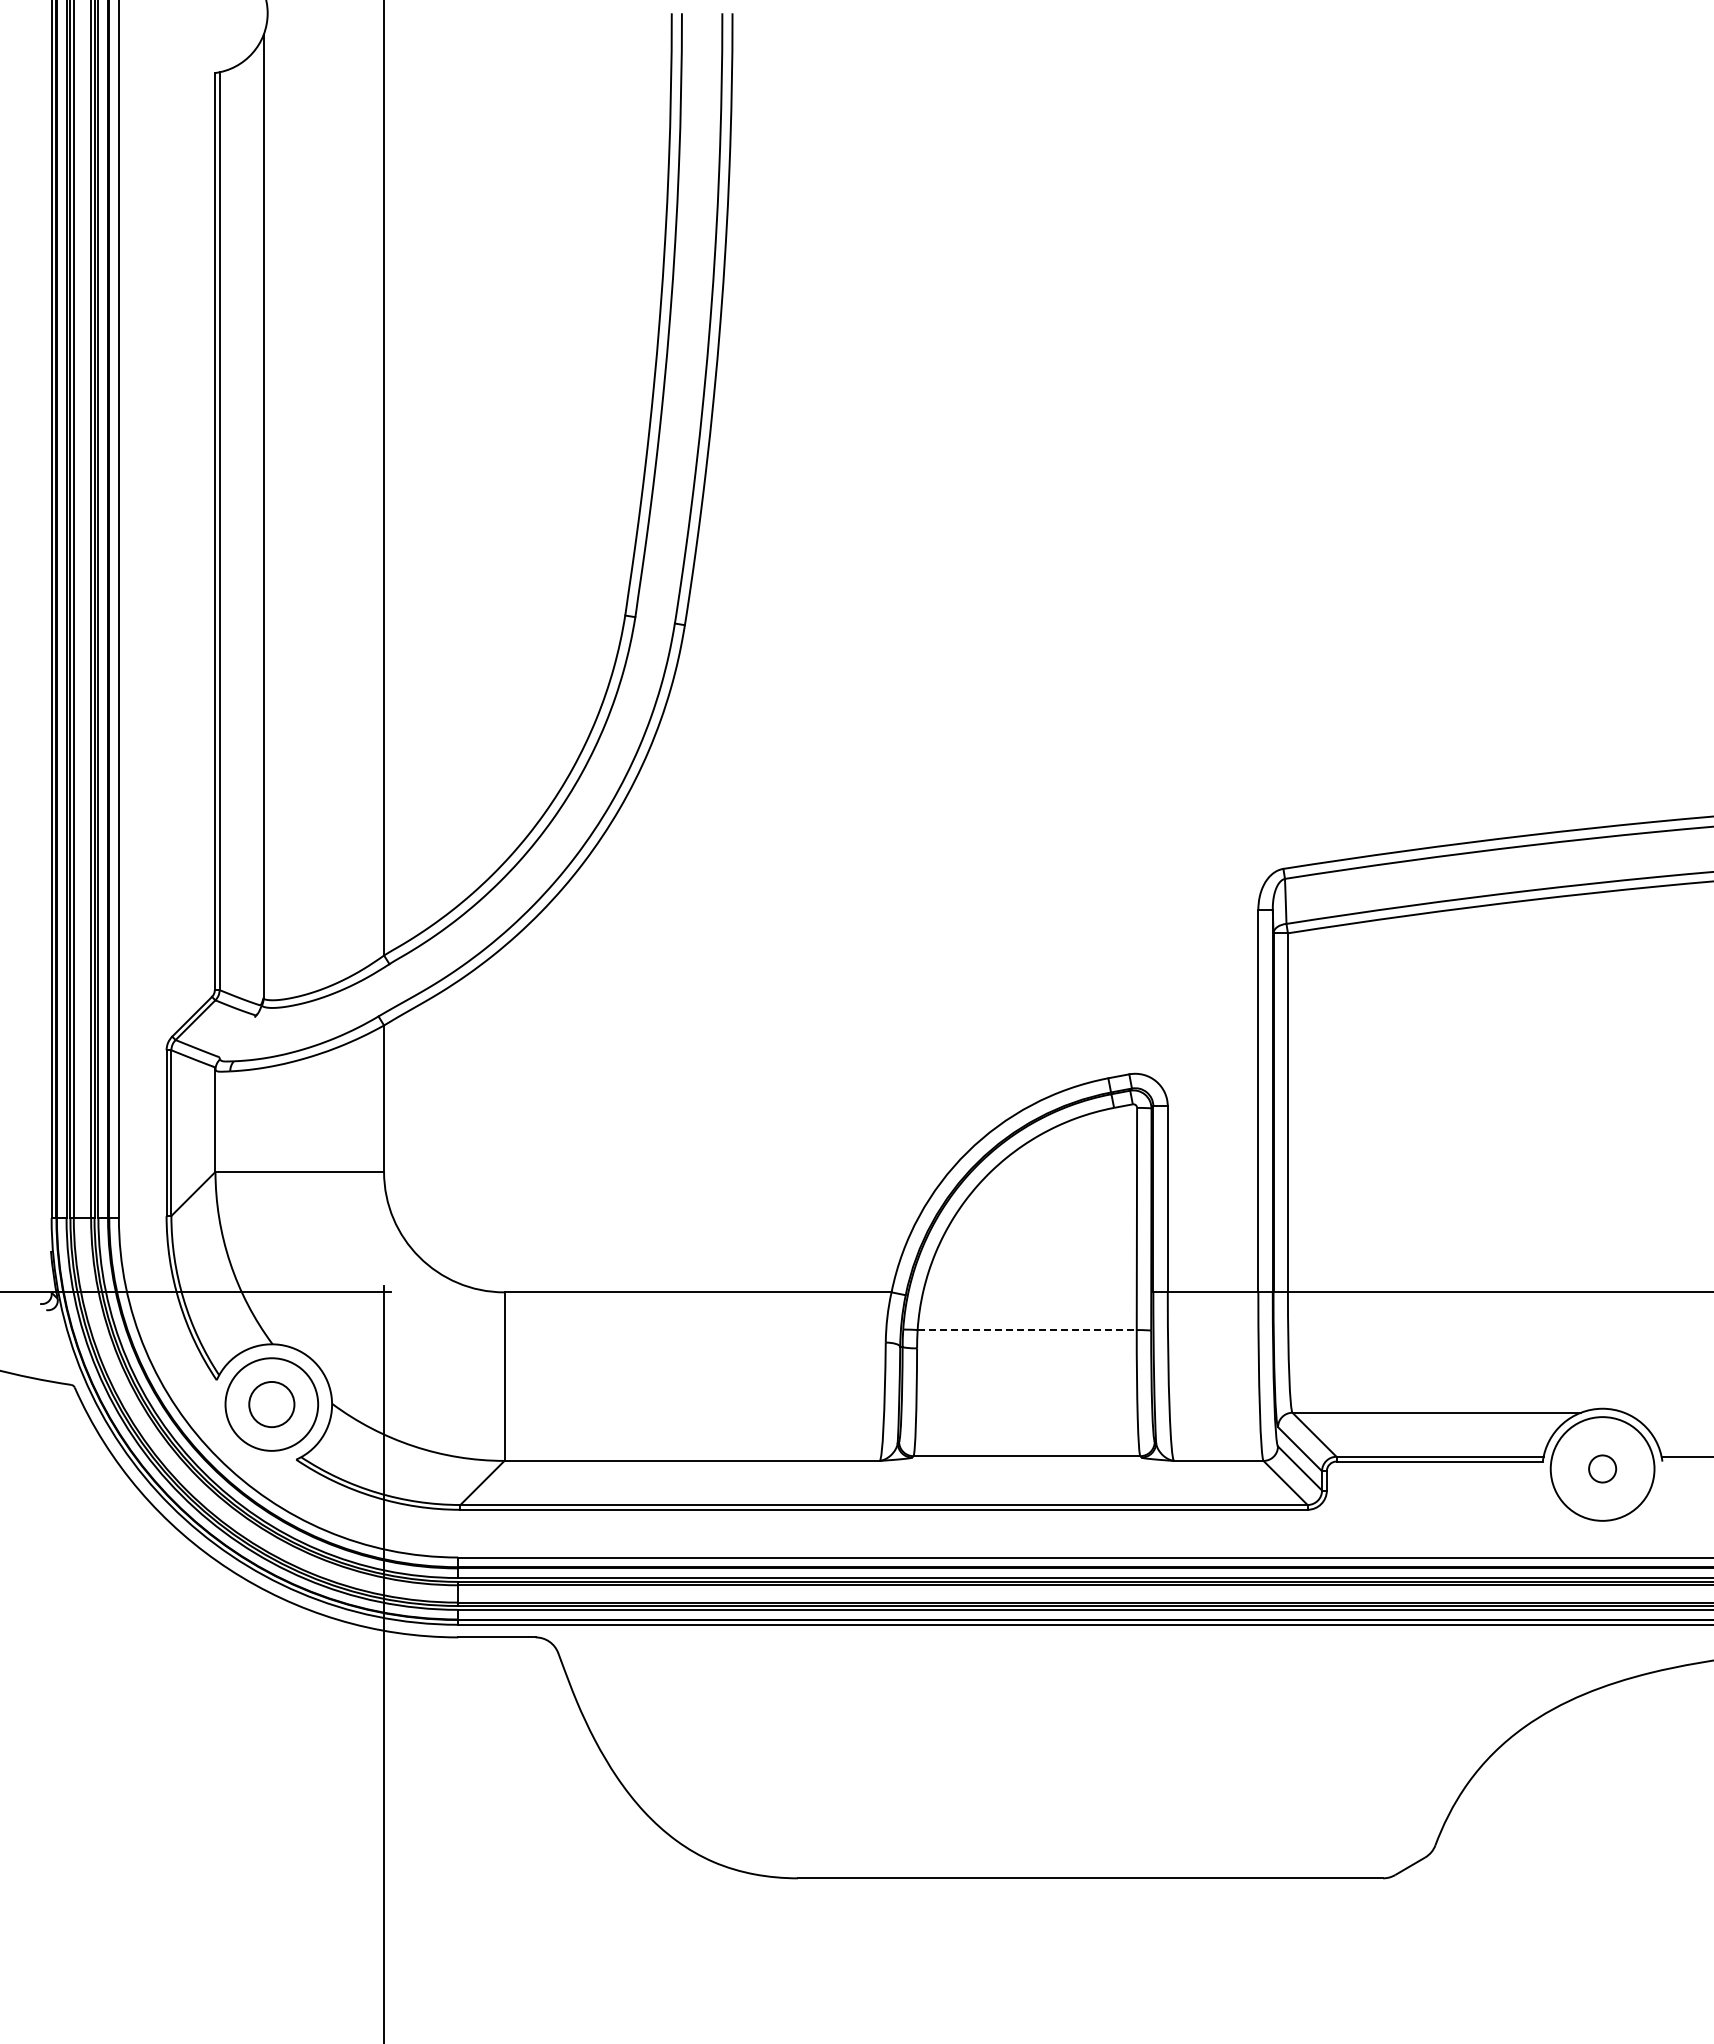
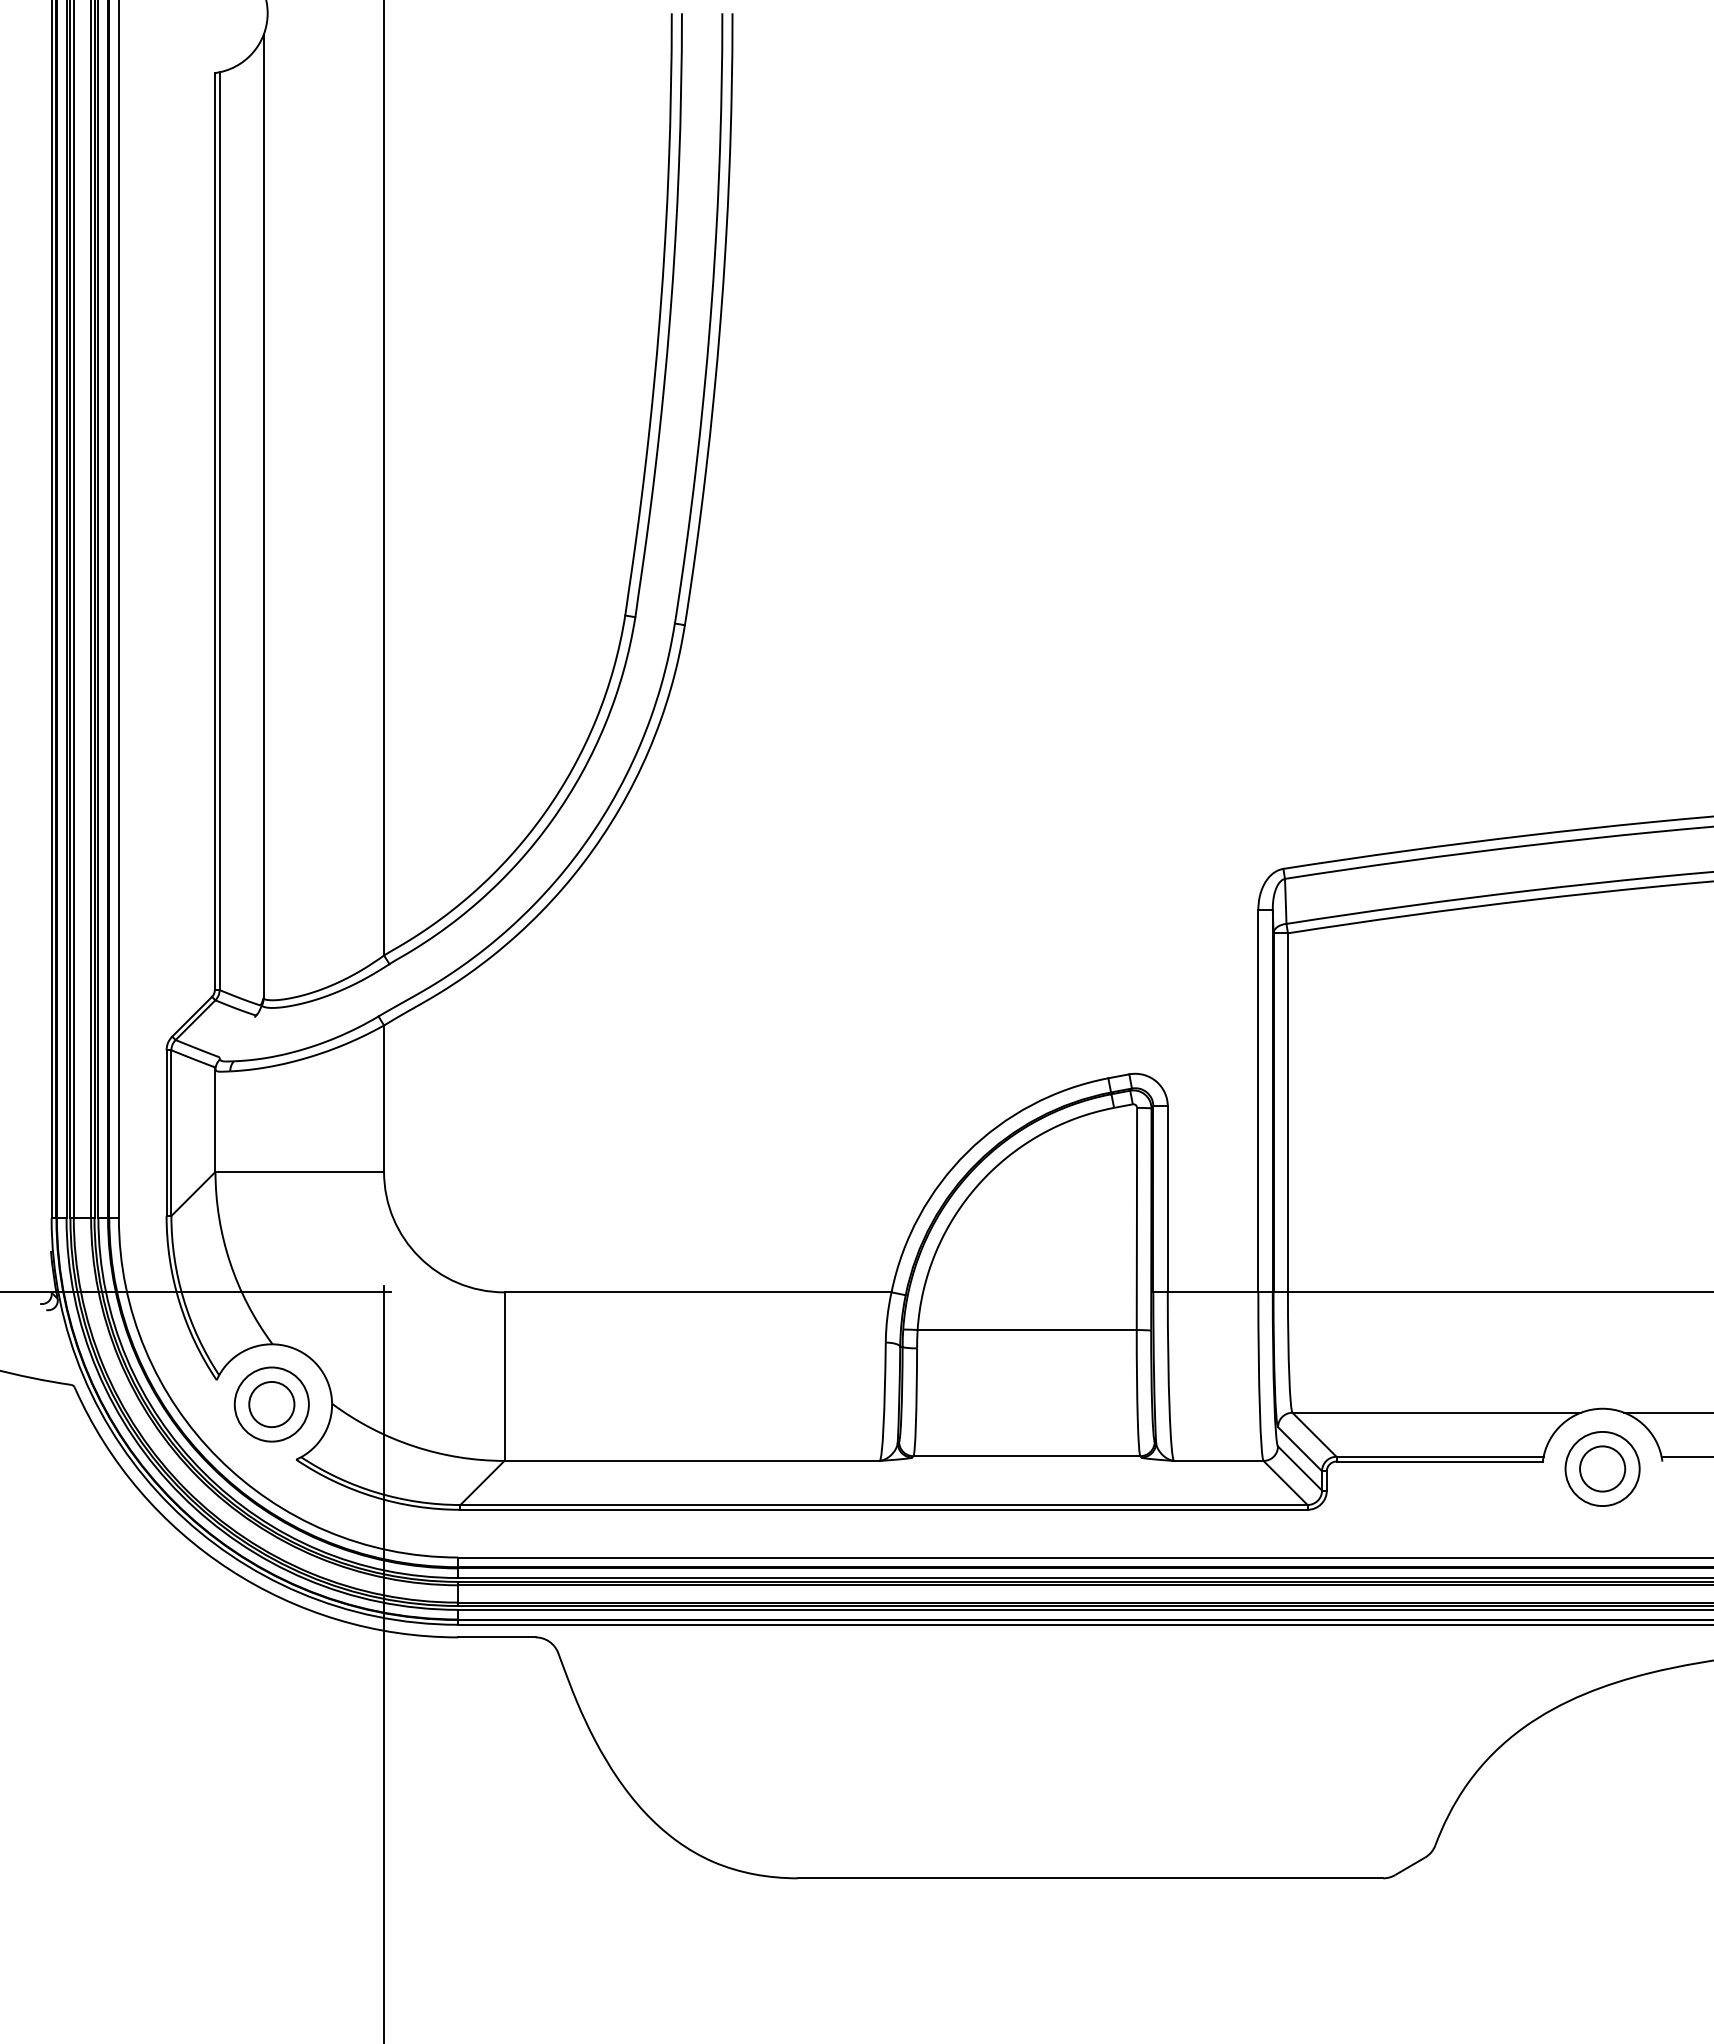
line at (1027, 1330): dashed -> solid
circle at (271, 1404) diameter: 93 px -> 74 px
line at (1667, 1412): none -> present
circle at (1602, 1468) diameter: 104 px -> 74 px
circle at (1602, 1468) diameter: 27 px -> 45 px
